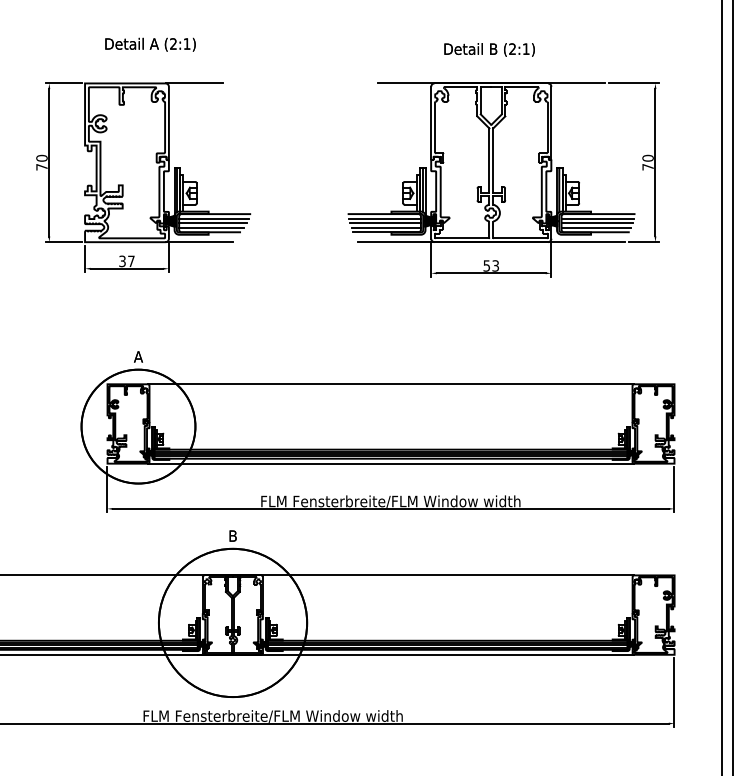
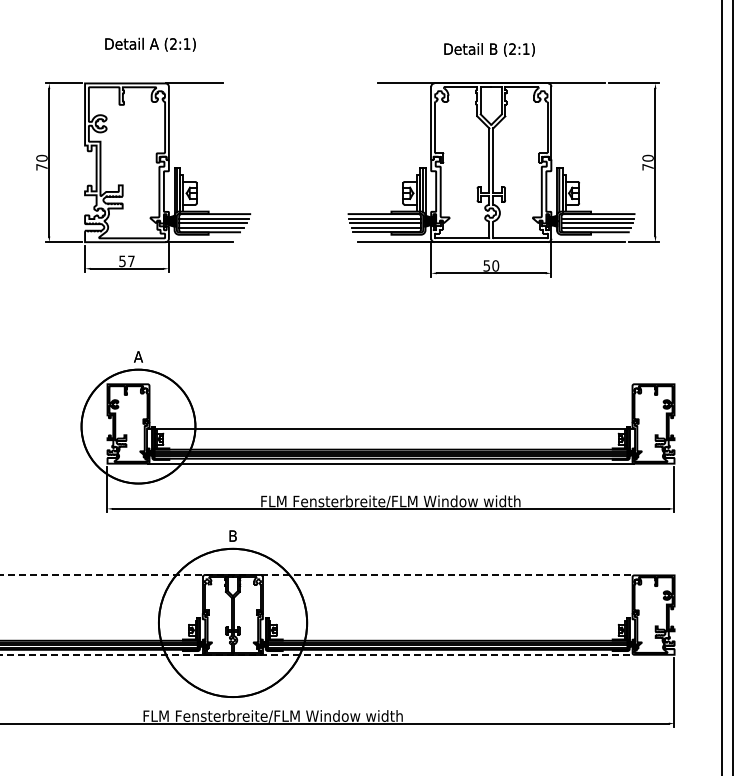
text at (122, 260): 37 -> 57
text at (495, 265): 53 -> 50
line at (390, 384) position: (390, 384) -> (390, 429)
line at (317, 575): solid -> dashed
line at (317, 654): solid -> dashed
